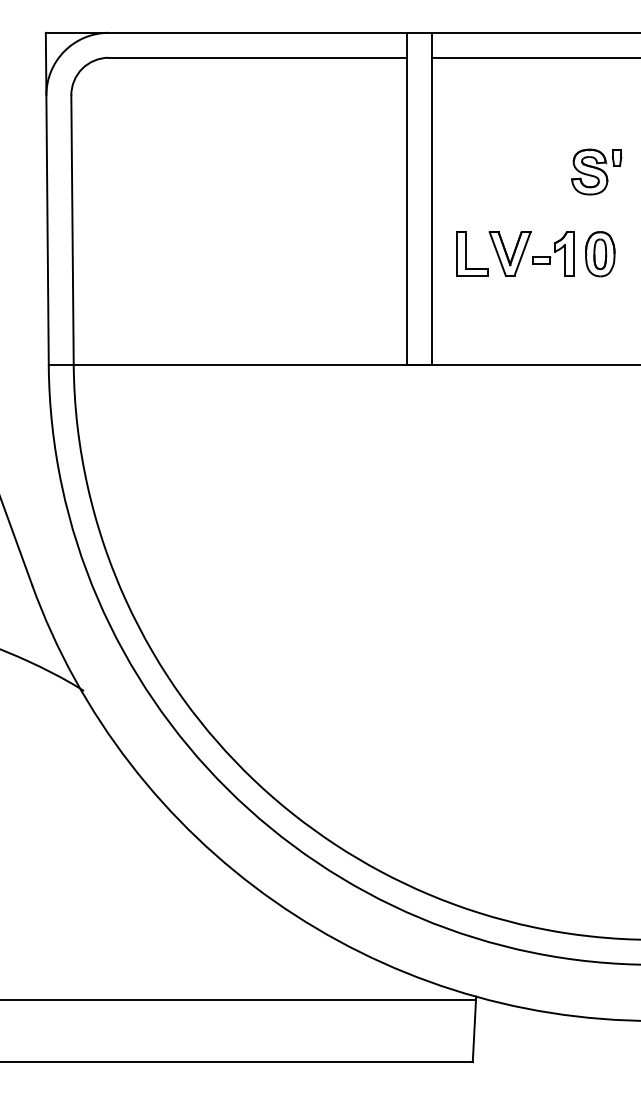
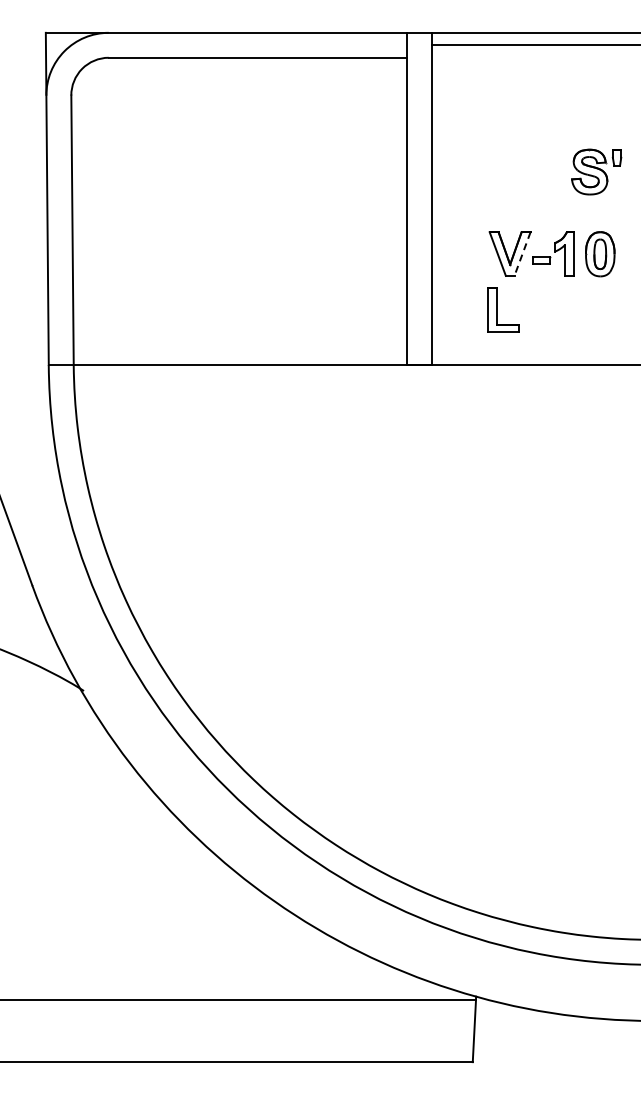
line at (534, 57) position: (534, 57) -> (534, 44)
part at (472, 253) position: (472, 253) -> (503, 309)
line at (522, 254): solid -> dashed
